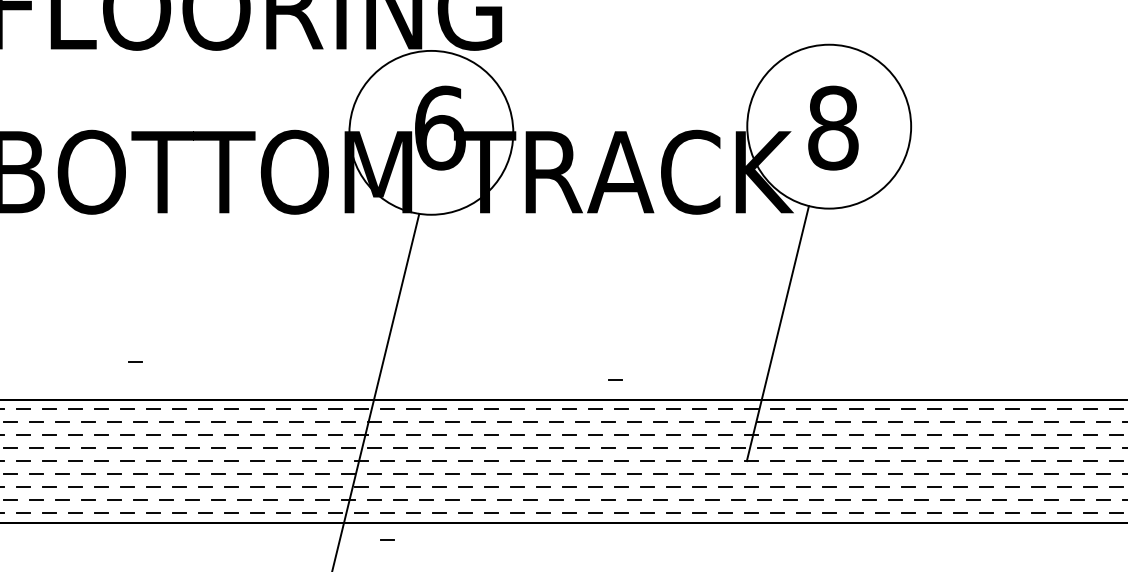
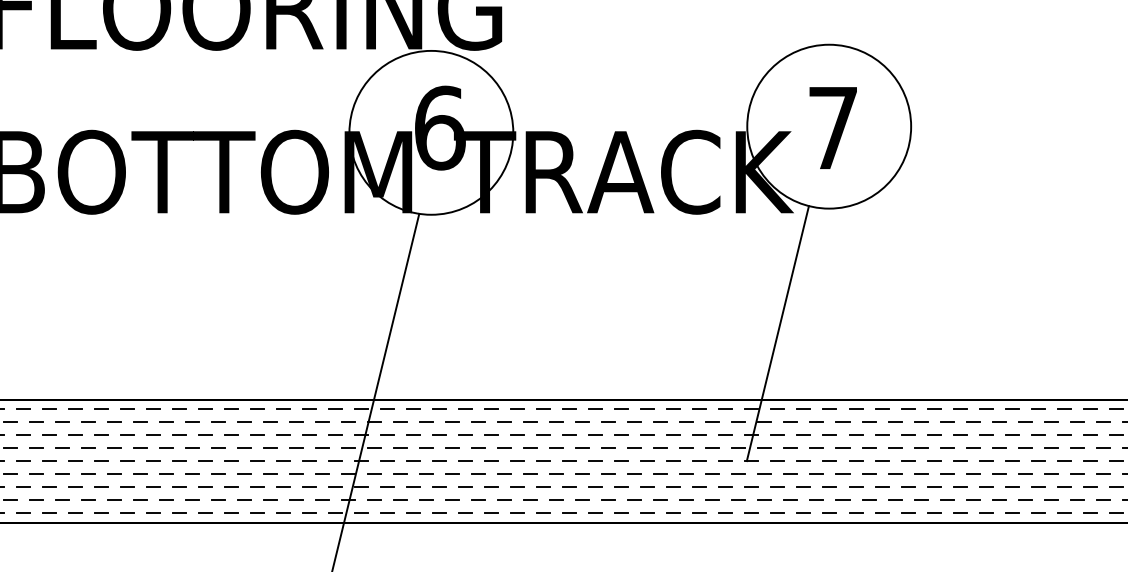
text at (833, 127): 8 -> 7
line at (135, 361): present -> none
line at (615, 379): present -> none
line at (387, 539): present -> none
